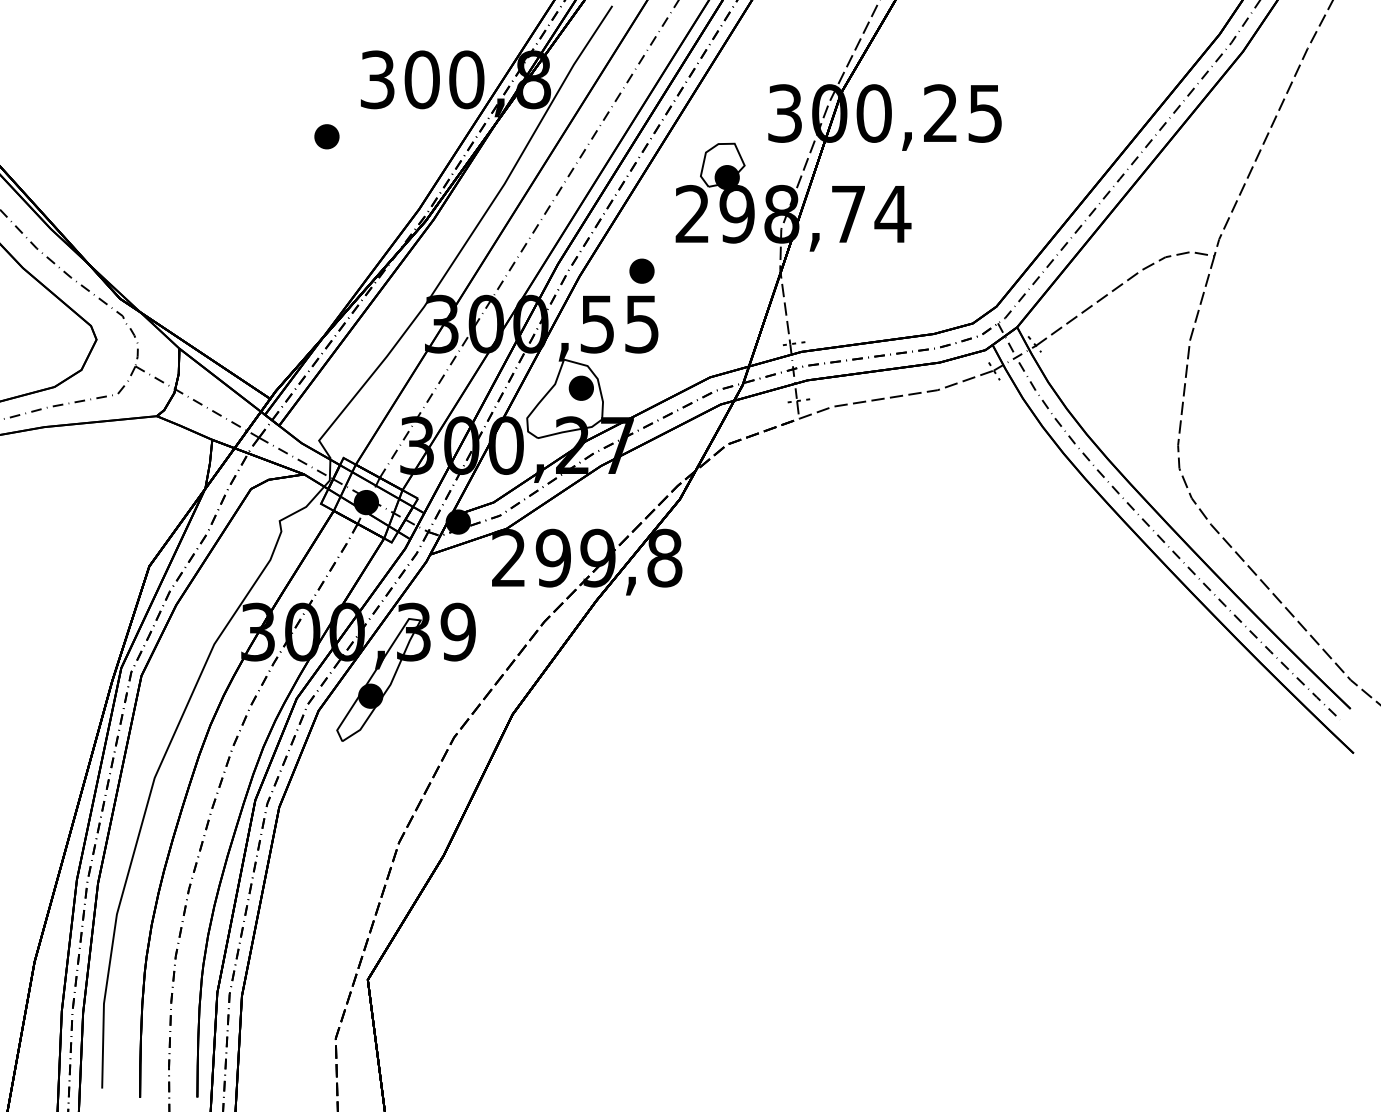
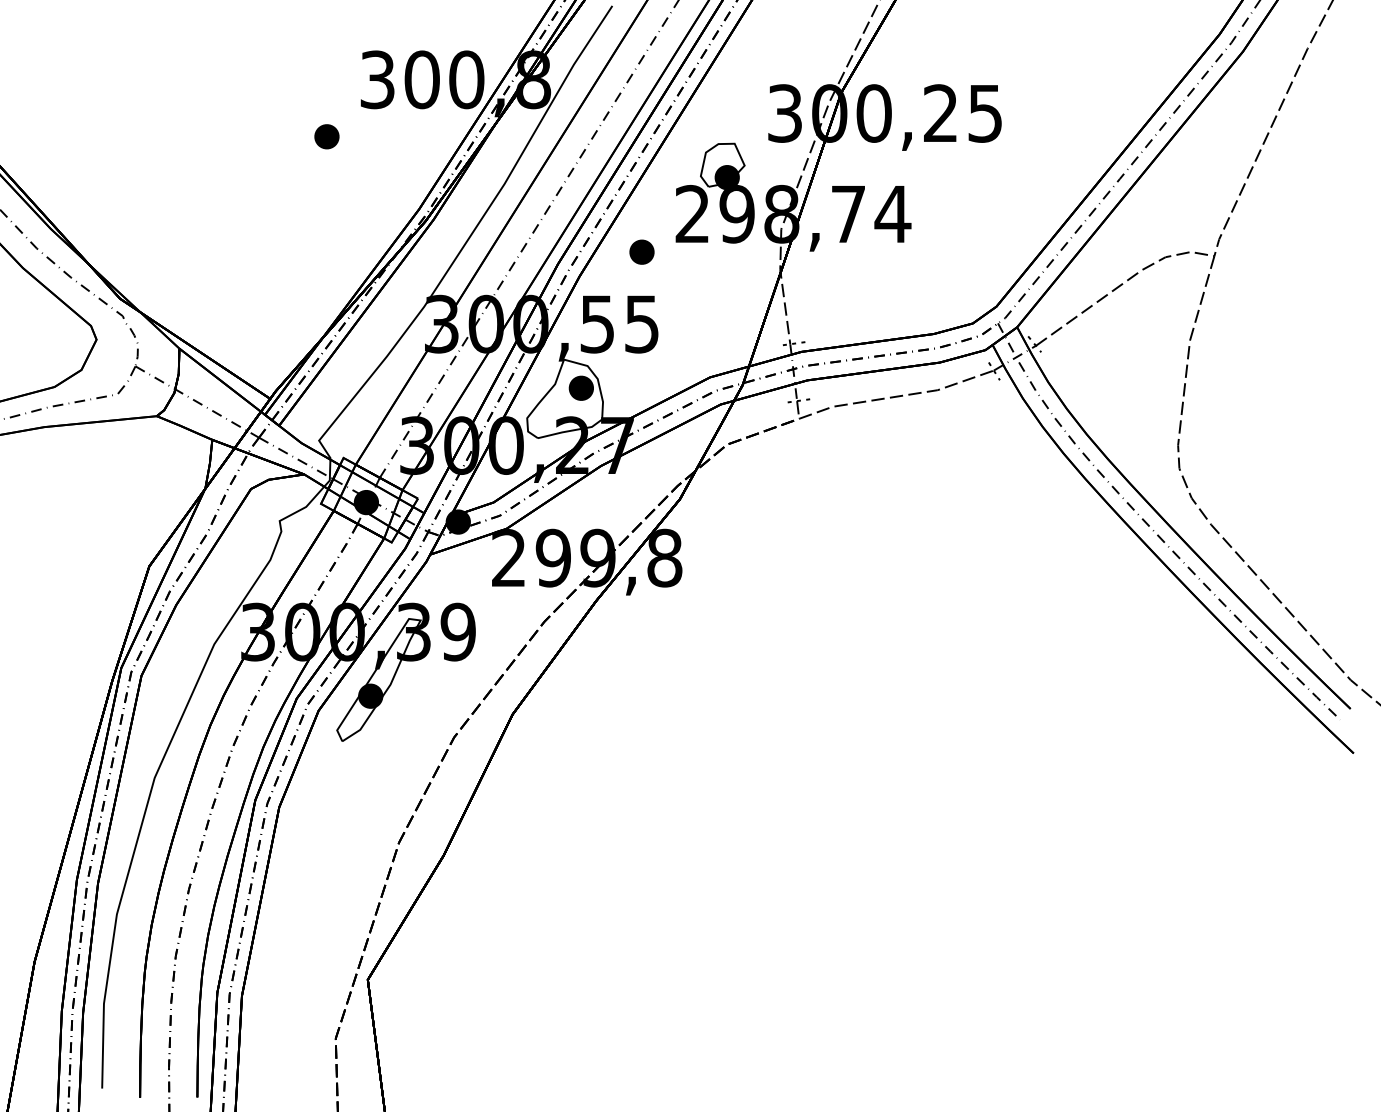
part at (641, 270) position: (641, 270) -> (641, 251)
